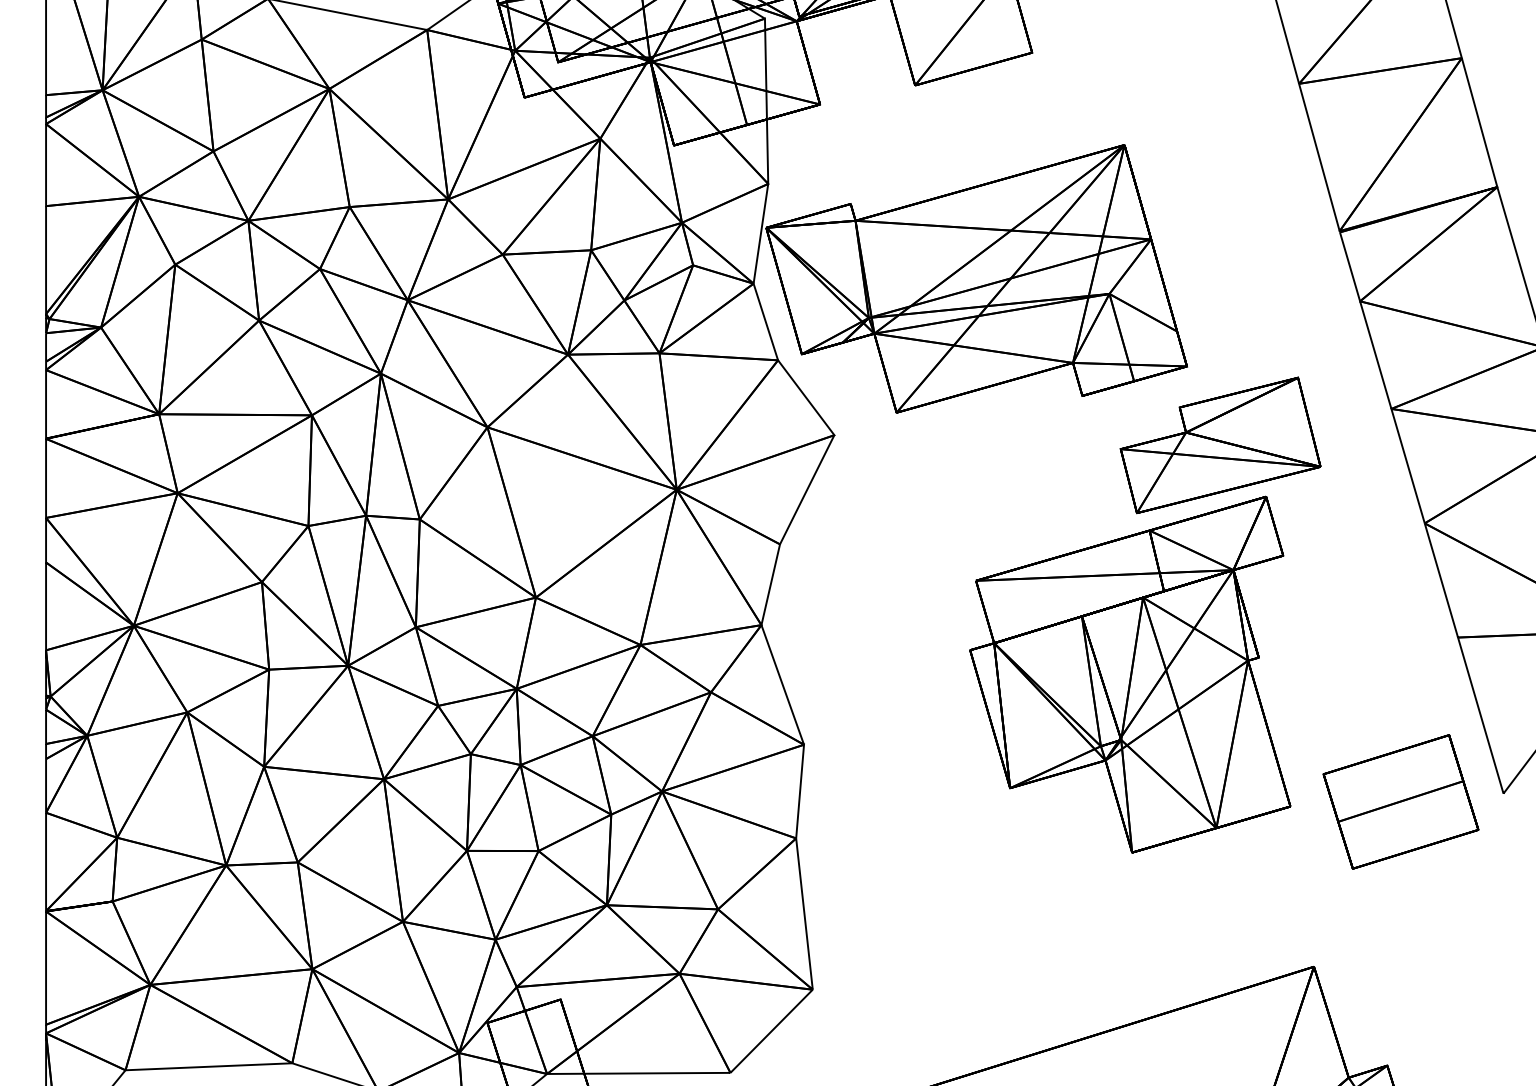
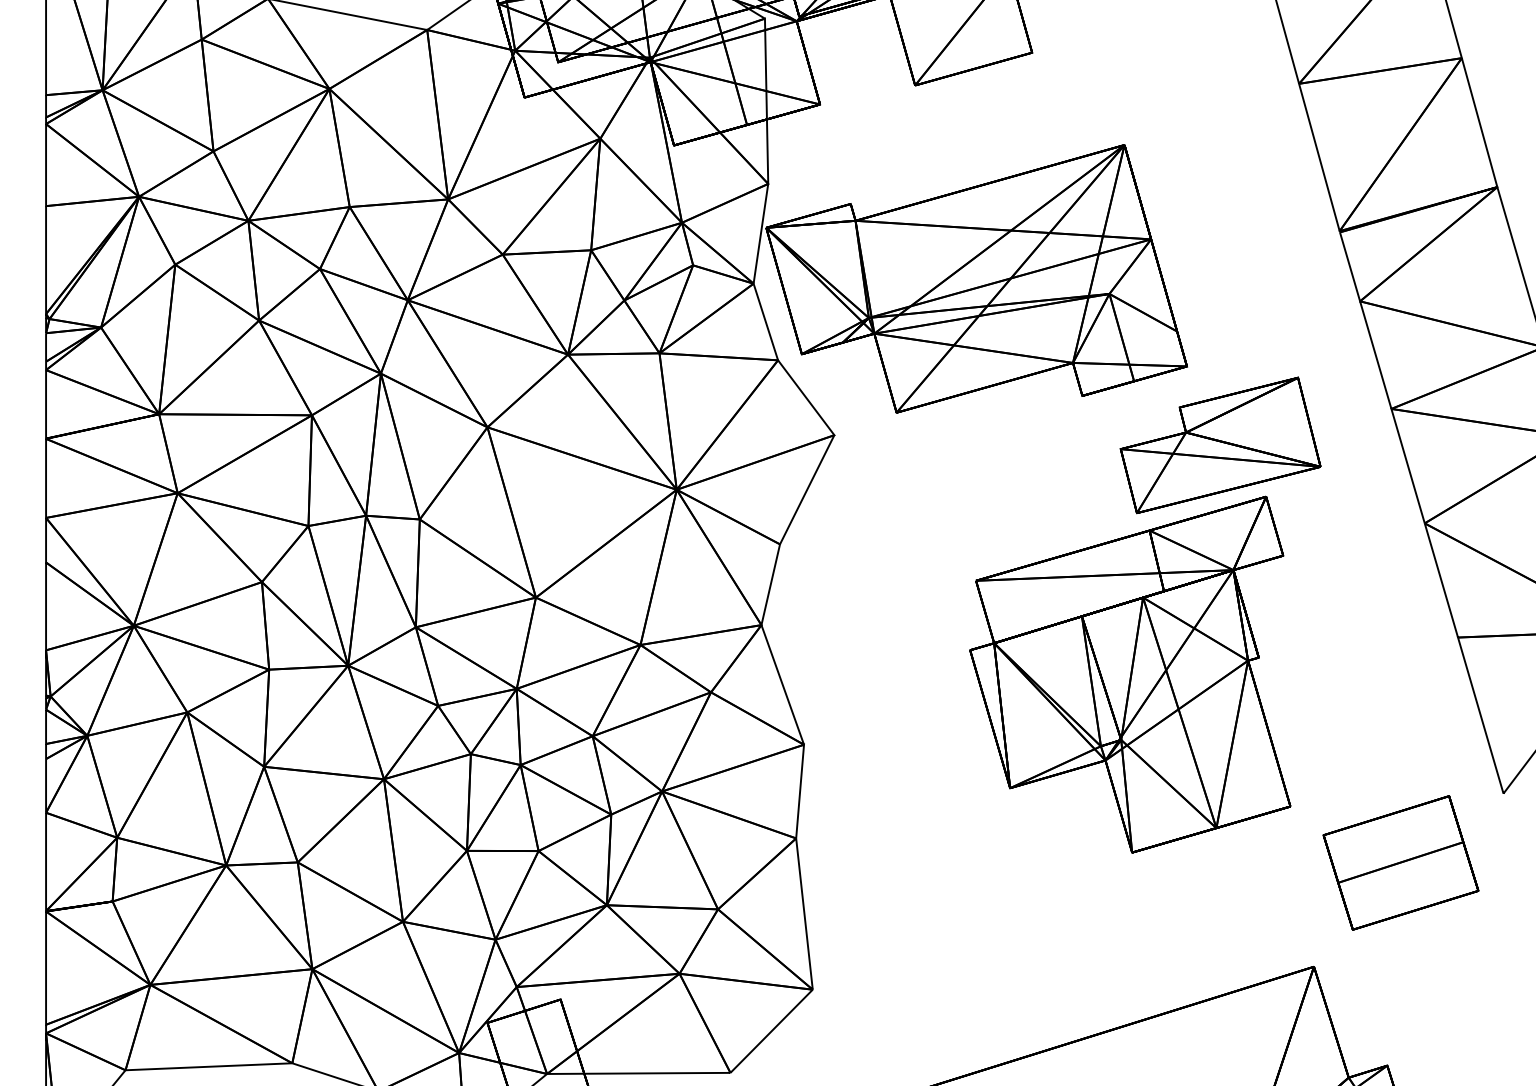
part at (1400, 801) position: (1400, 801) -> (1400, 862)
